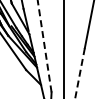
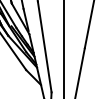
line at (44, 47): dashed -> solid
line at (79, 73): dashed -> solid
